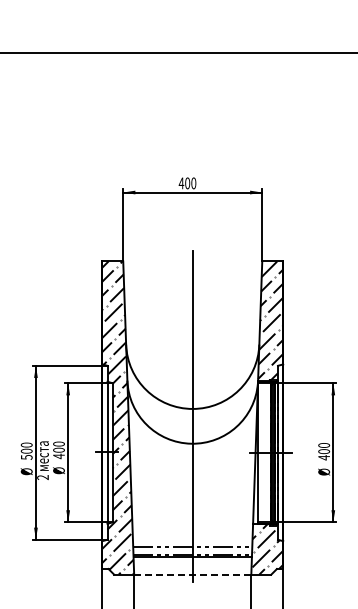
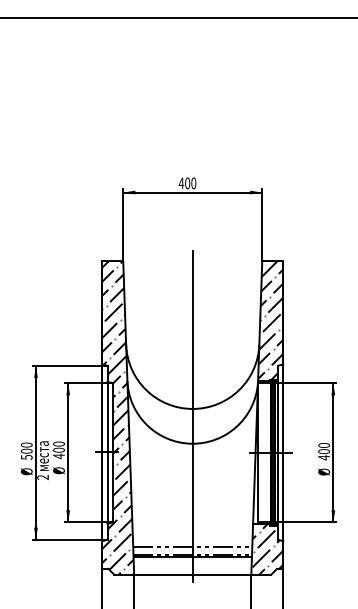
line at (178, 53) position: (178, 53) -> (178, 18)
line at (192, 574): dashed -> solid
